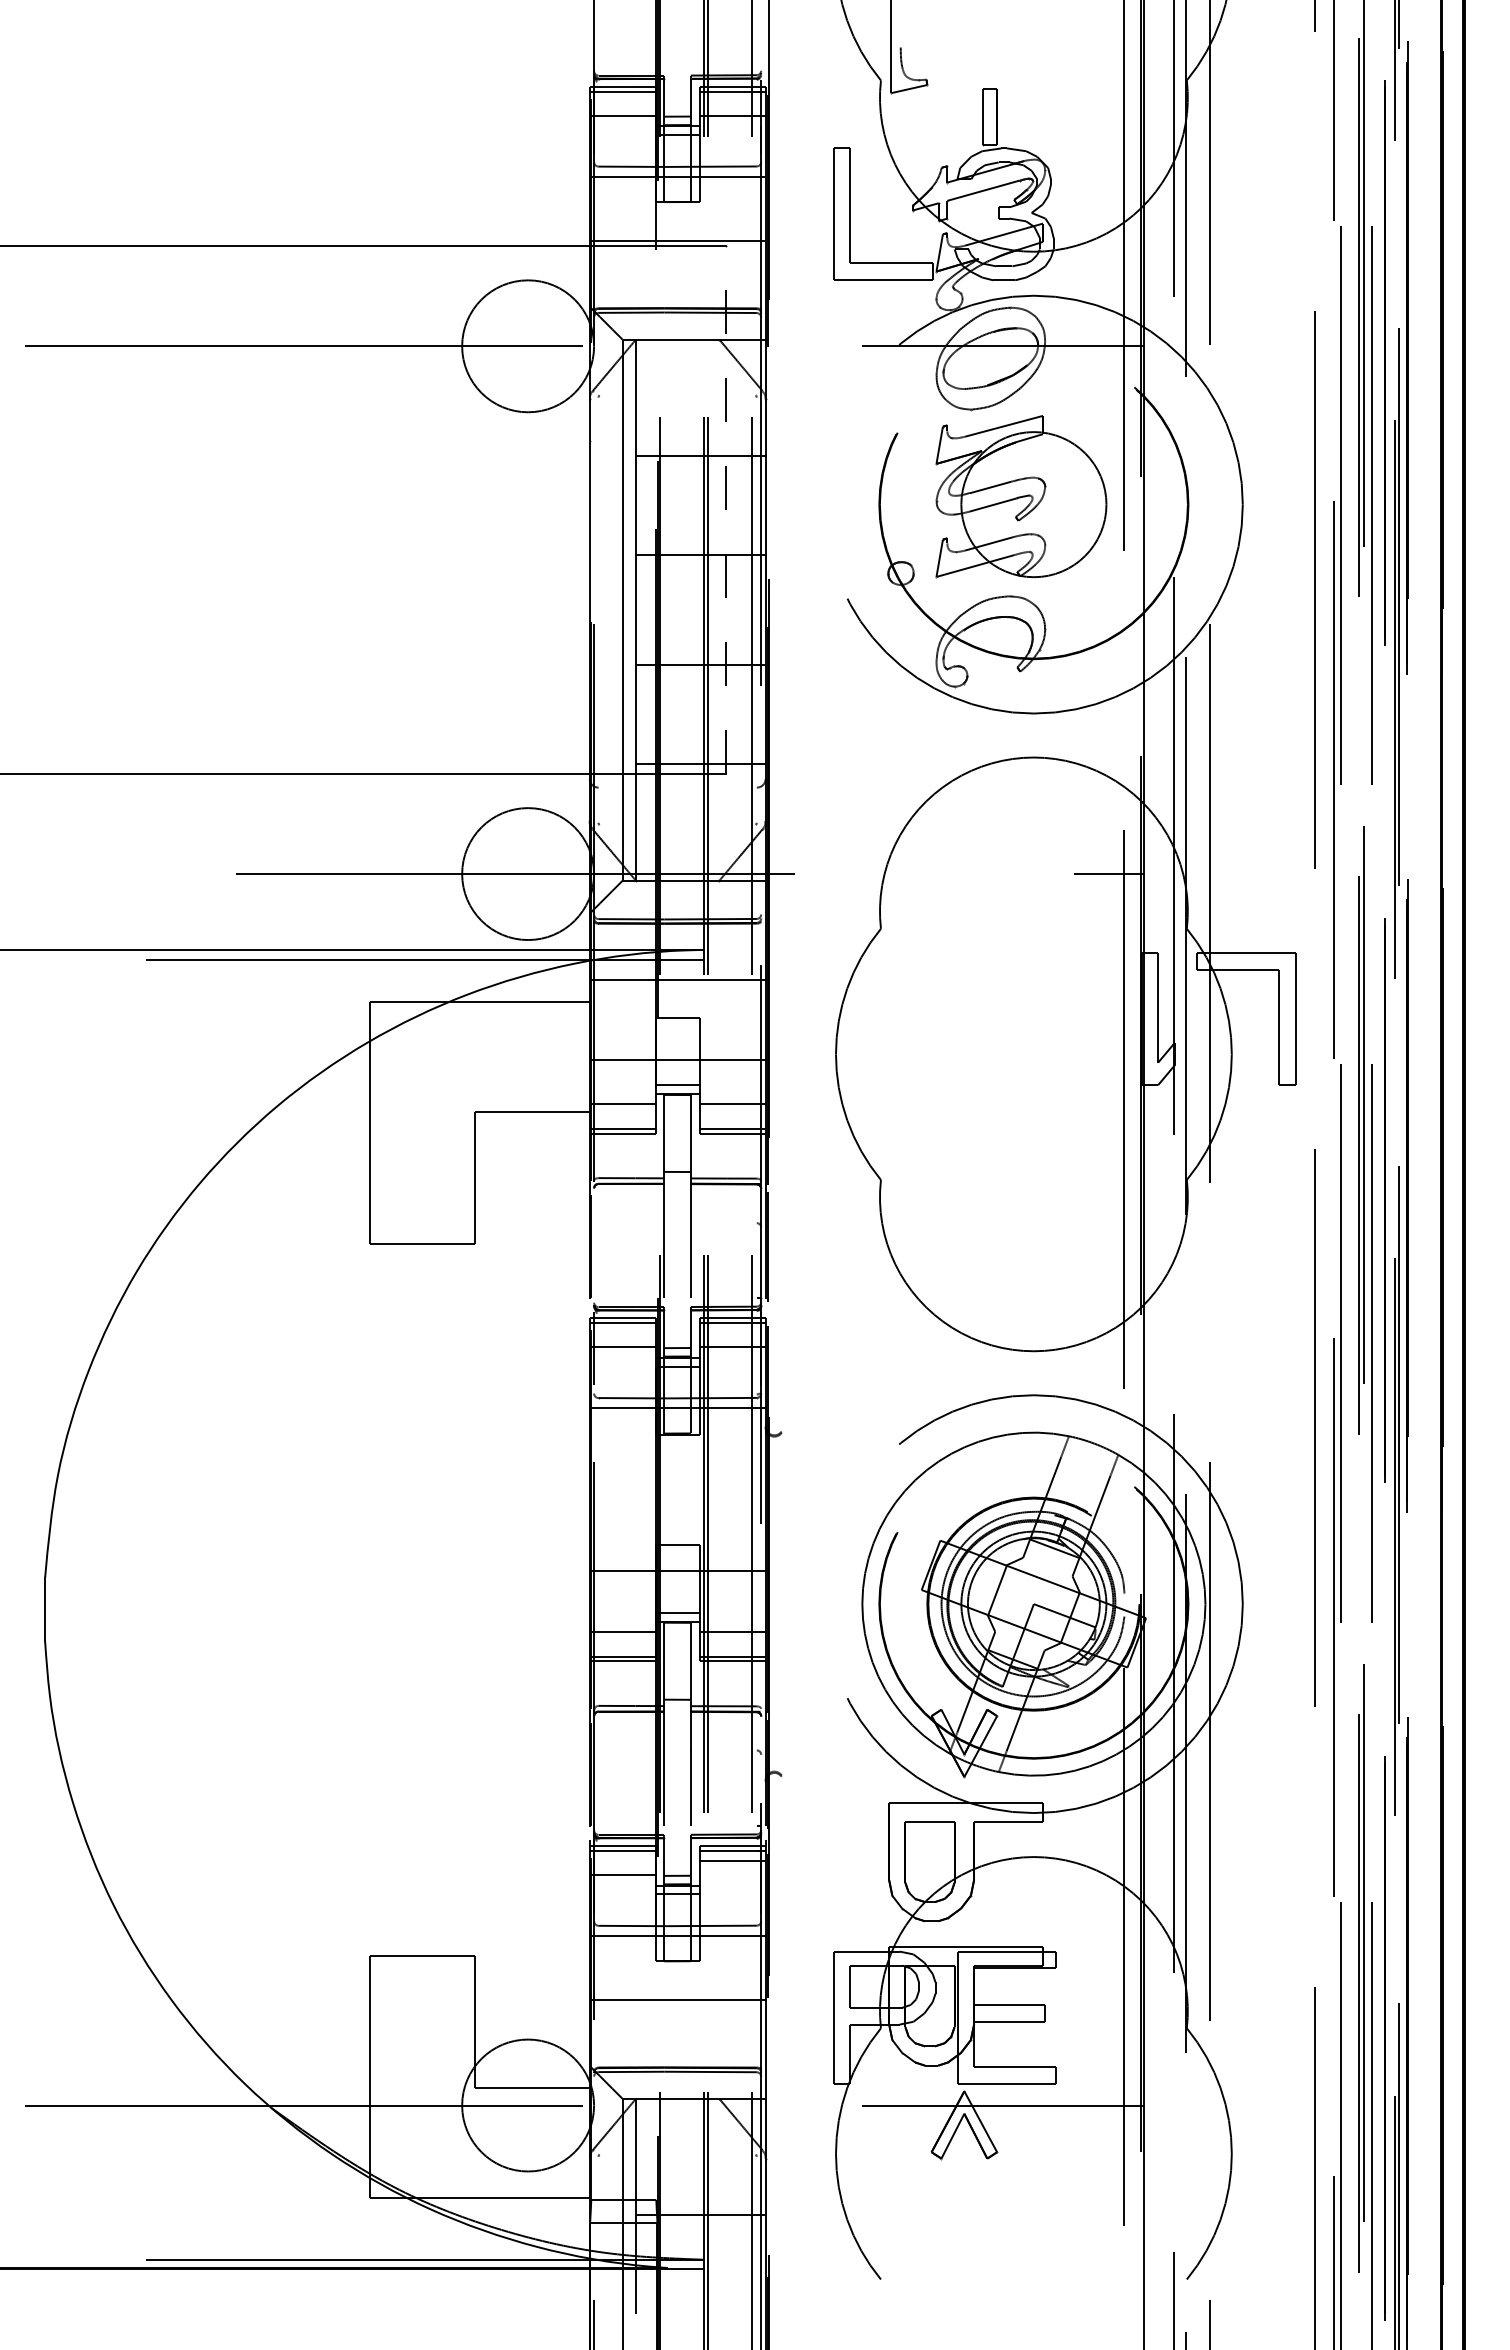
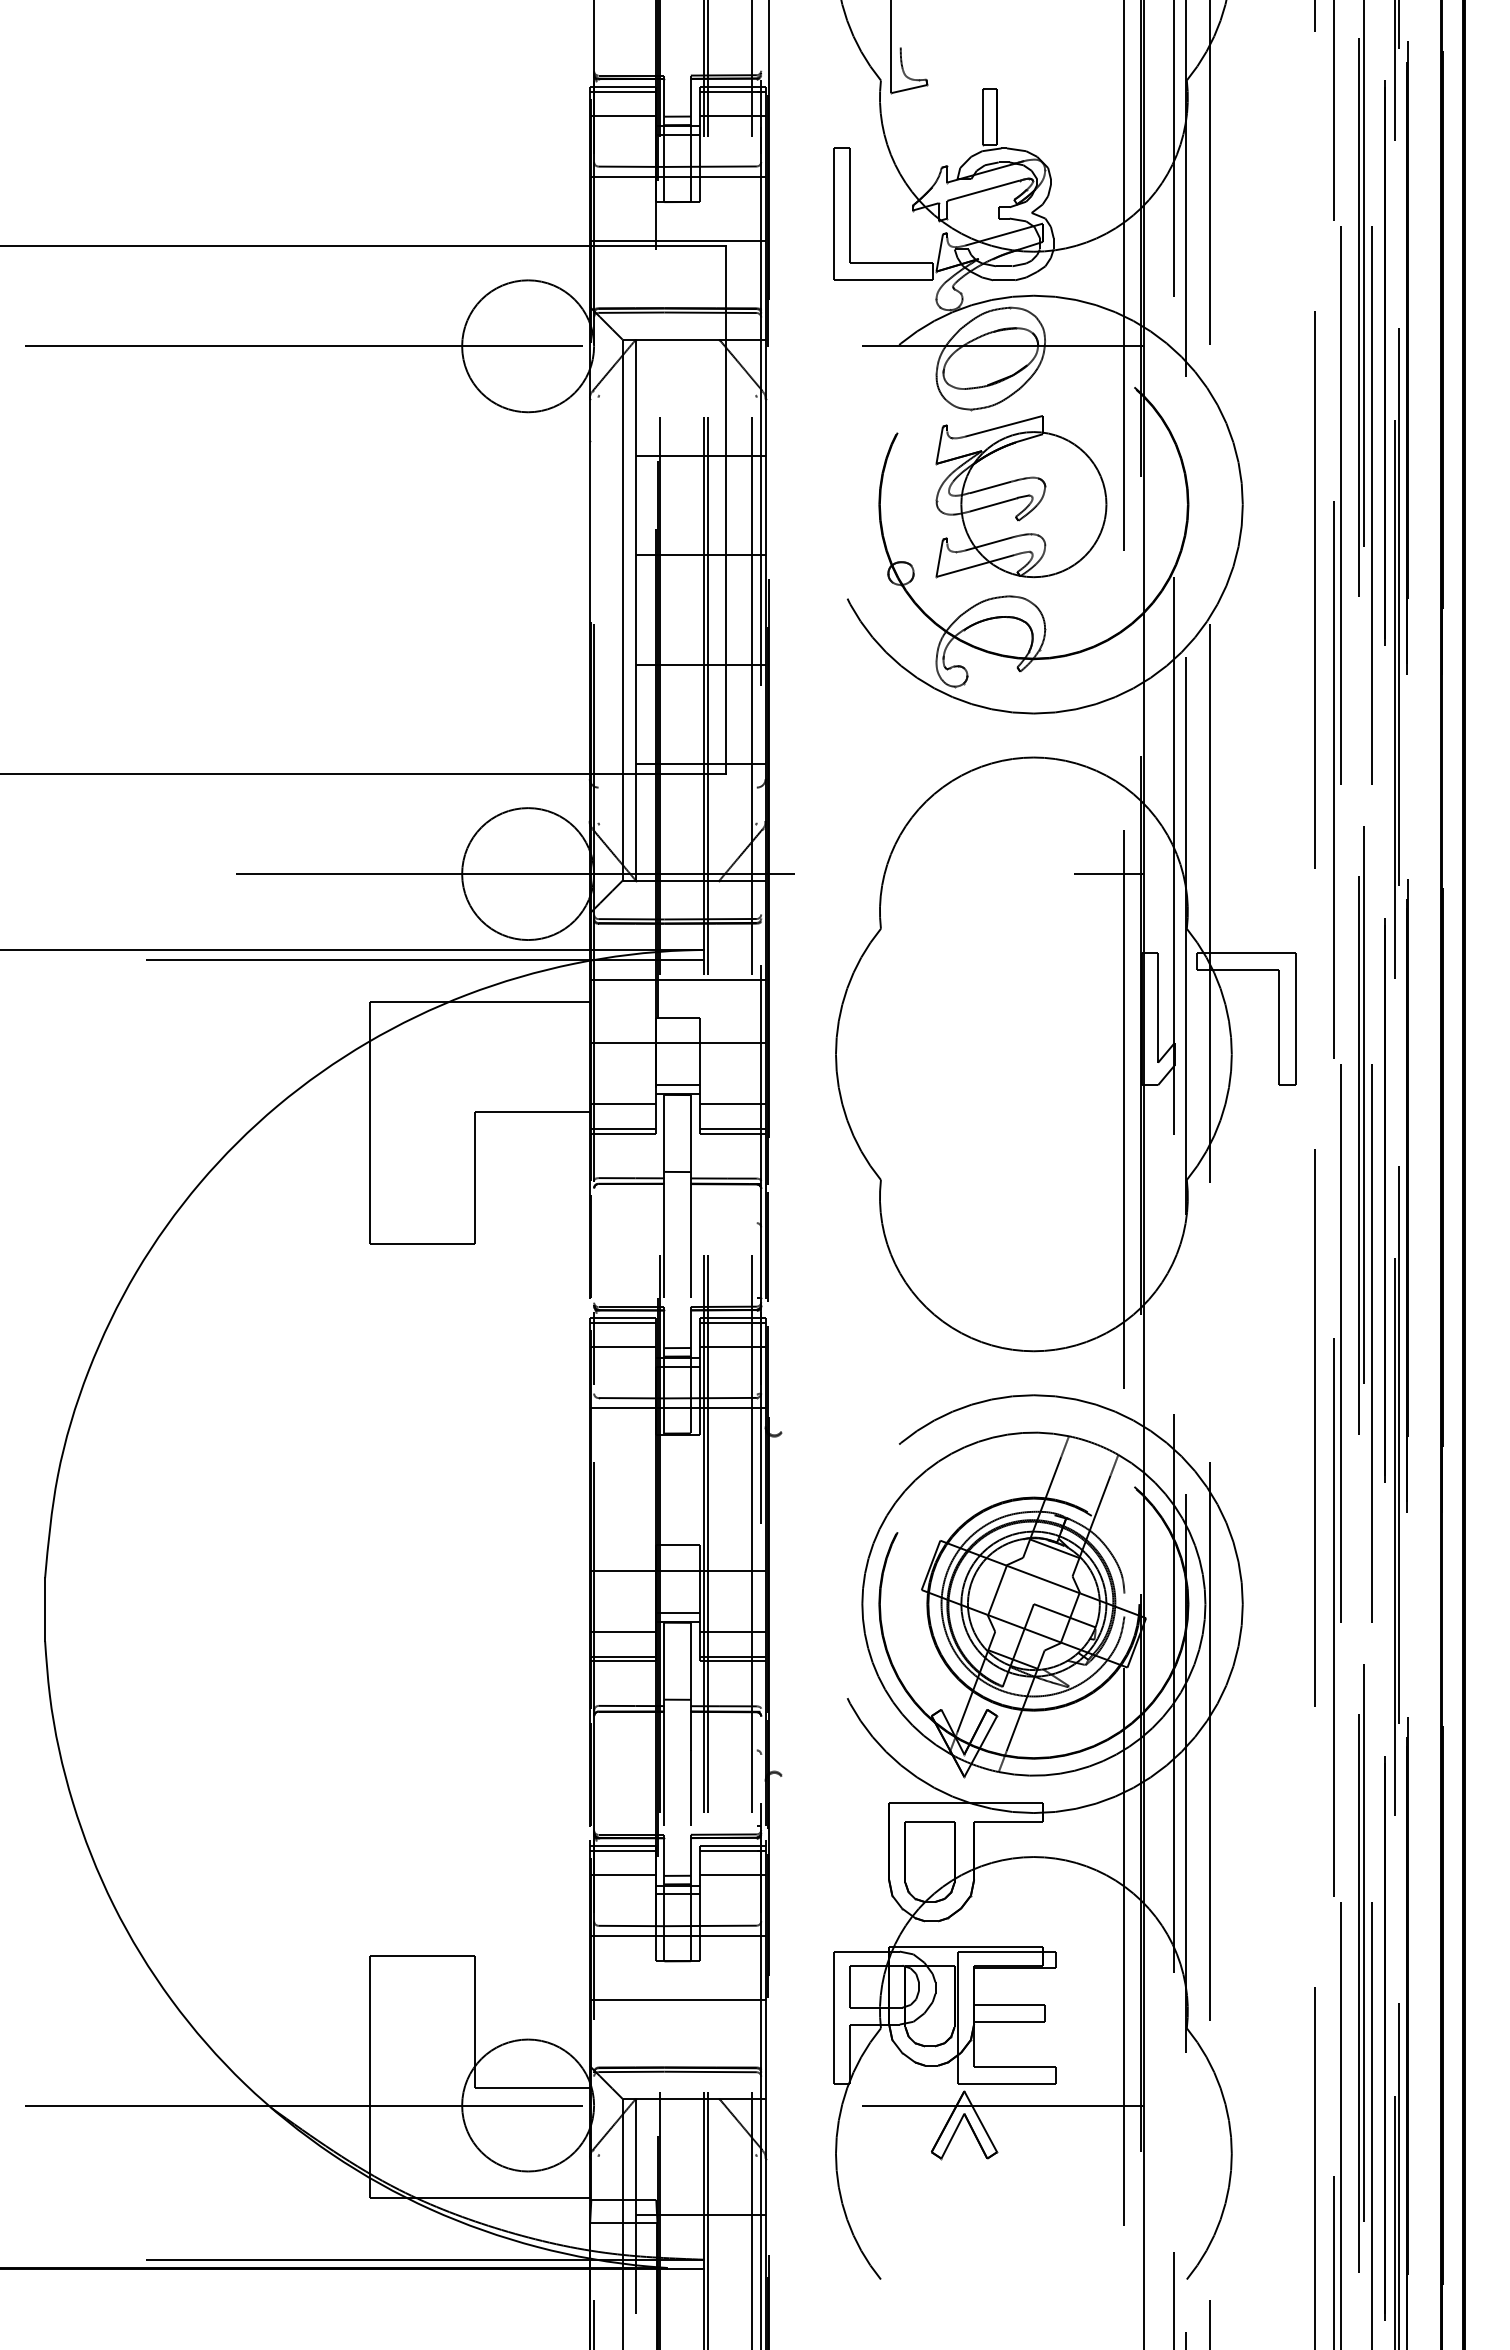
line at (726, 510): dashed -> solid
line at (677, 1060) position: (677, 1060) -> (677, 1043)
line at (732, 1861) position: (732, 1861) -> (732, 1875)
